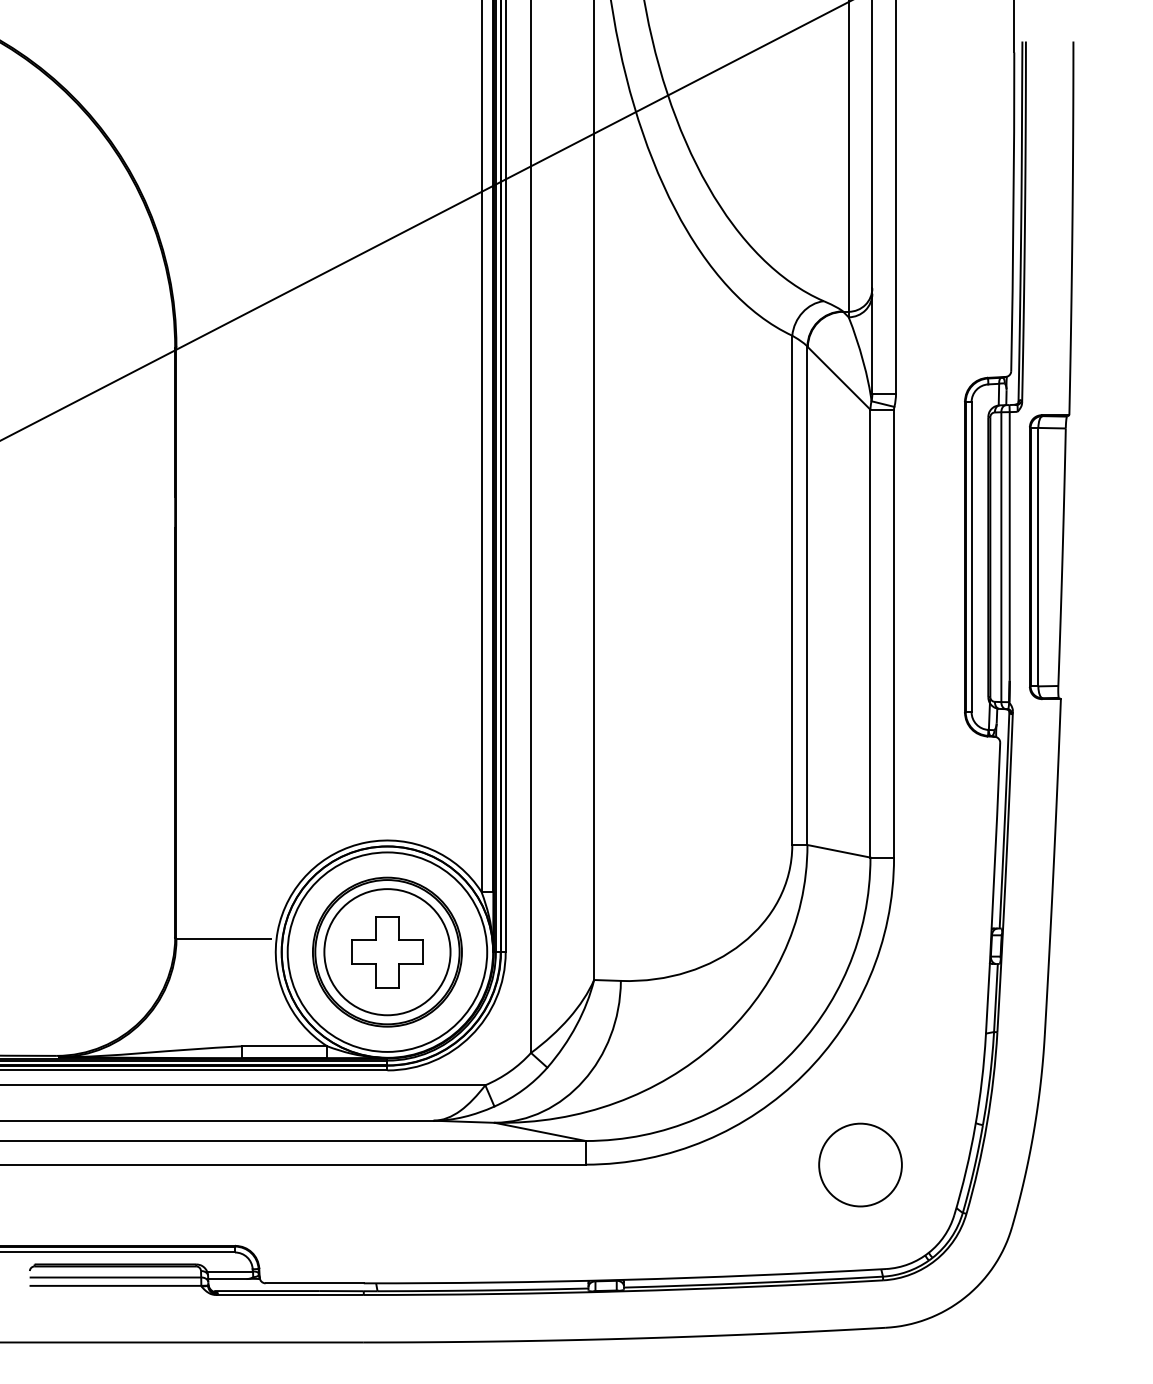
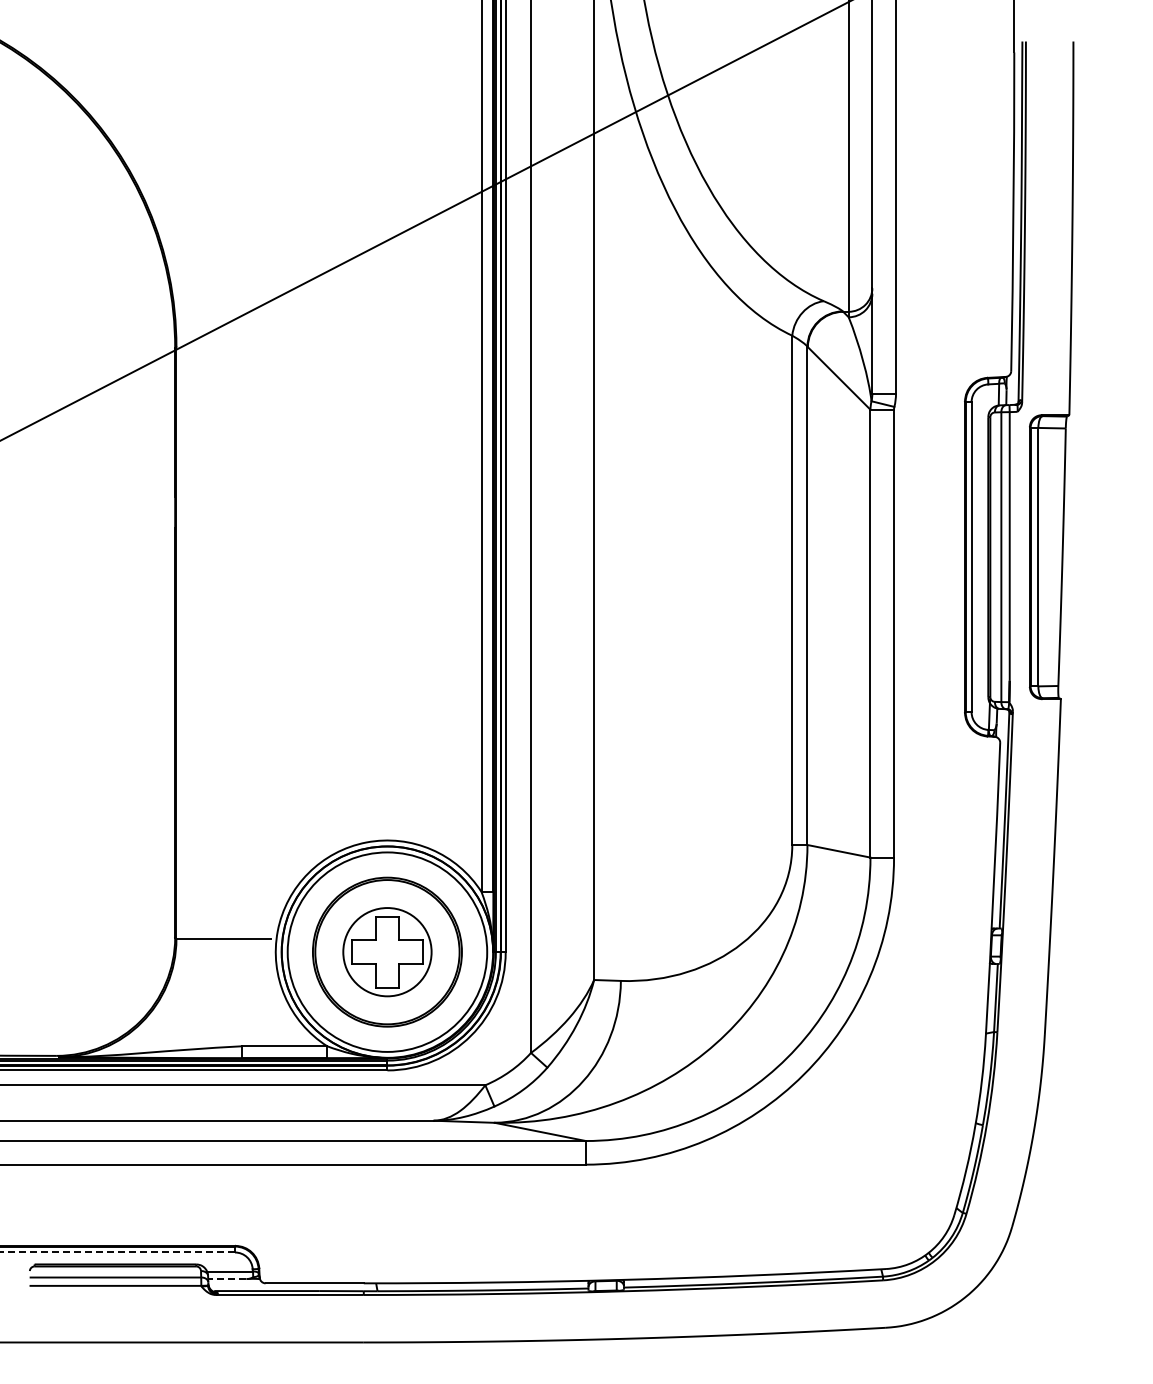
circle at (387, 952) diameter: 126 px -> 88 px
circle at (860, 1164): present -> none
line at (117, 1252): solid -> dashed
line at (226, 1279): solid -> dashed
